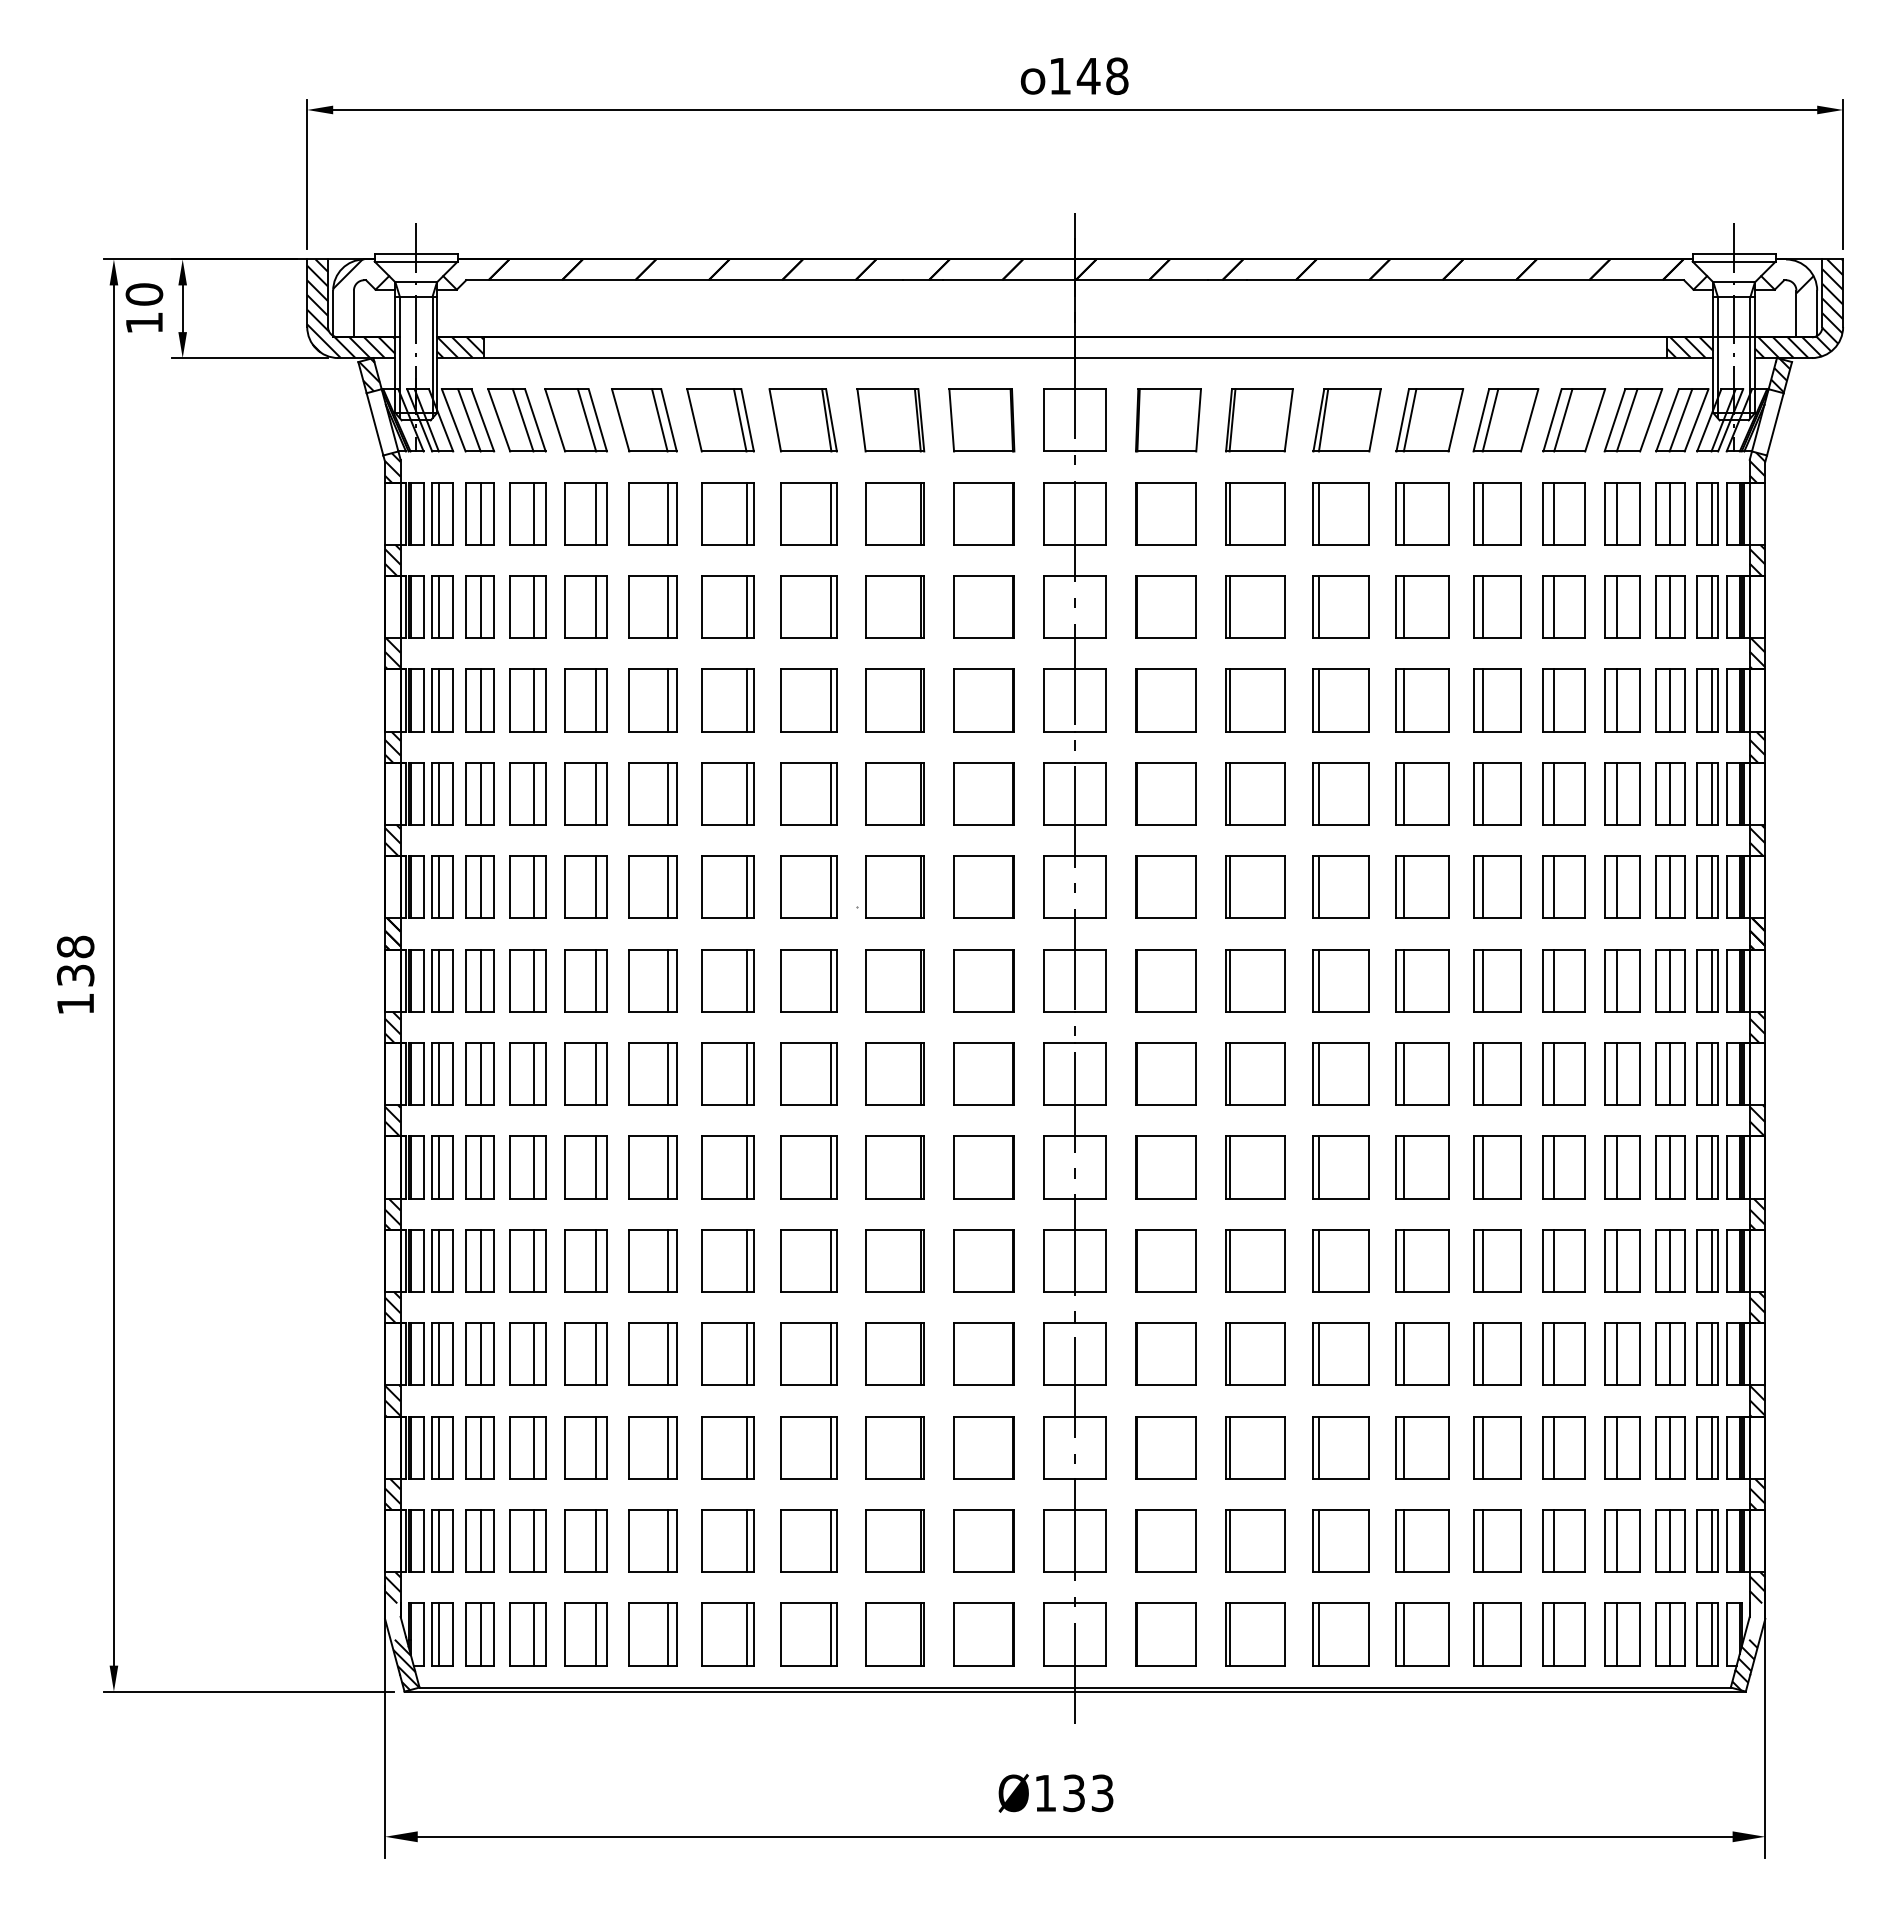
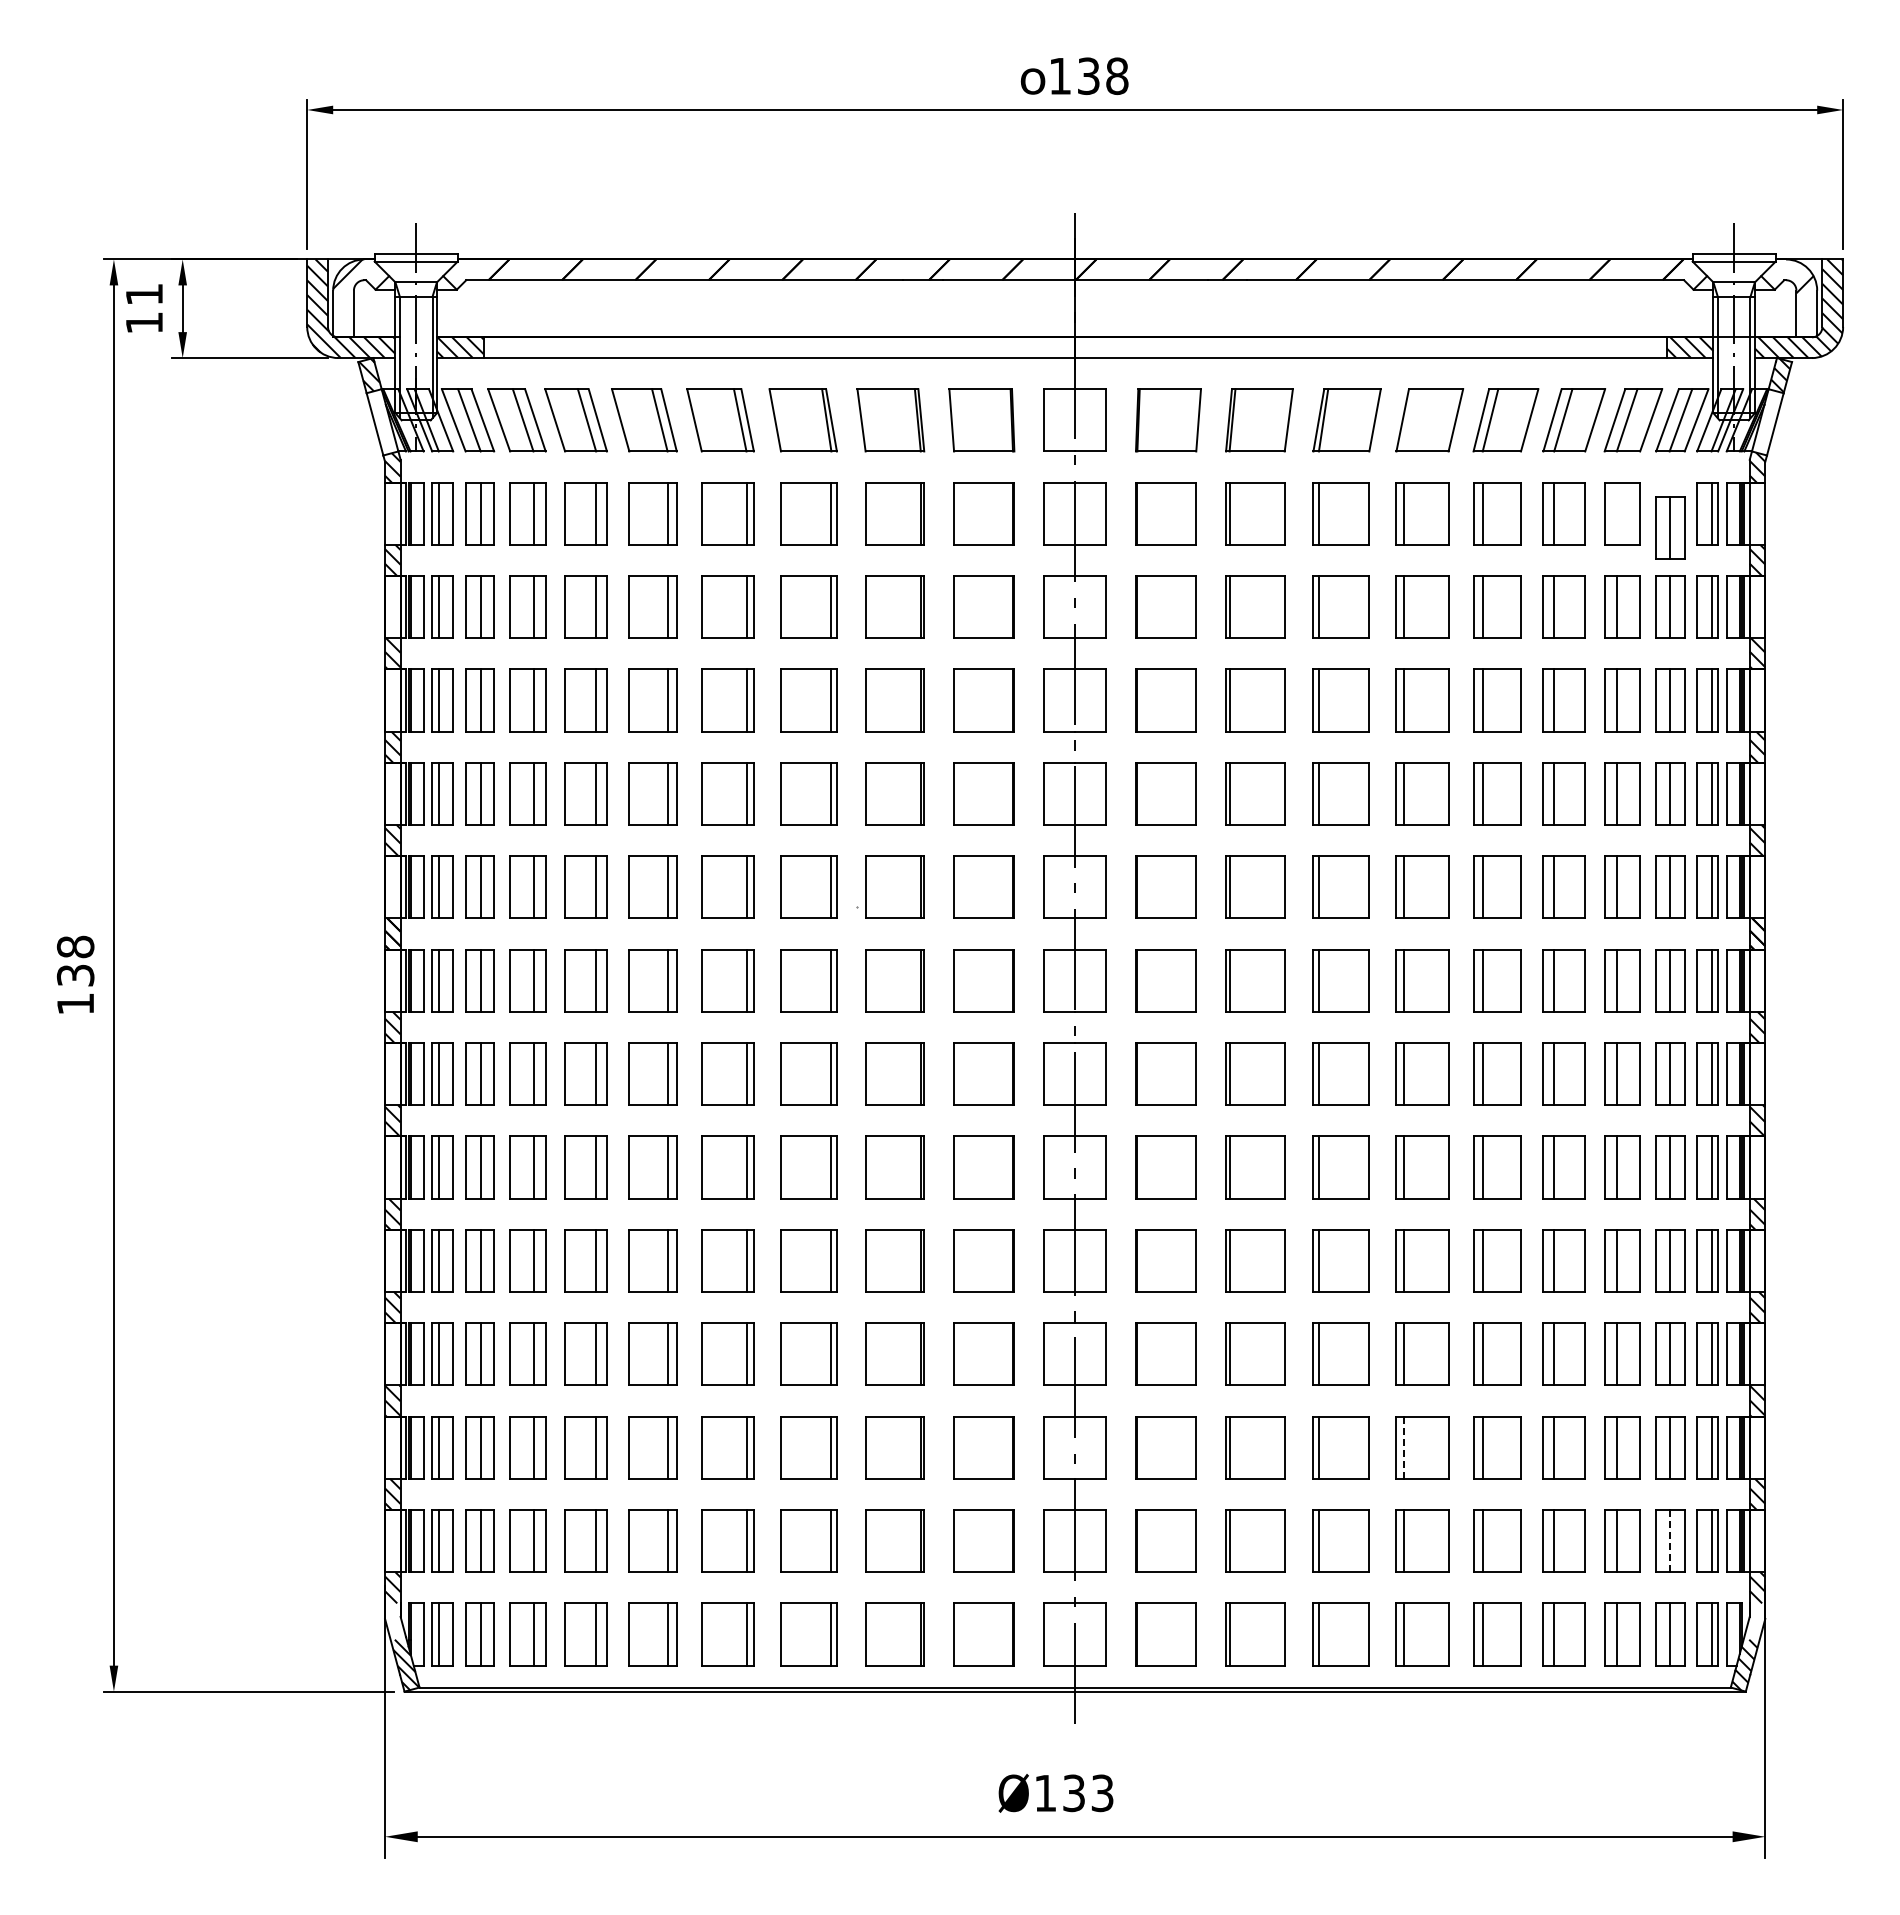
text at (1088, 76): 148 -> 138
text at (144, 294): 10 -> 11
line at (1409, 420): present -> none
line at (1616, 513): present -> none
part at (1670, 513) position: (1670, 513) -> (1670, 527)
line at (1403, 1448): solid -> dashed
line at (1669, 1541): solid -> dashed
